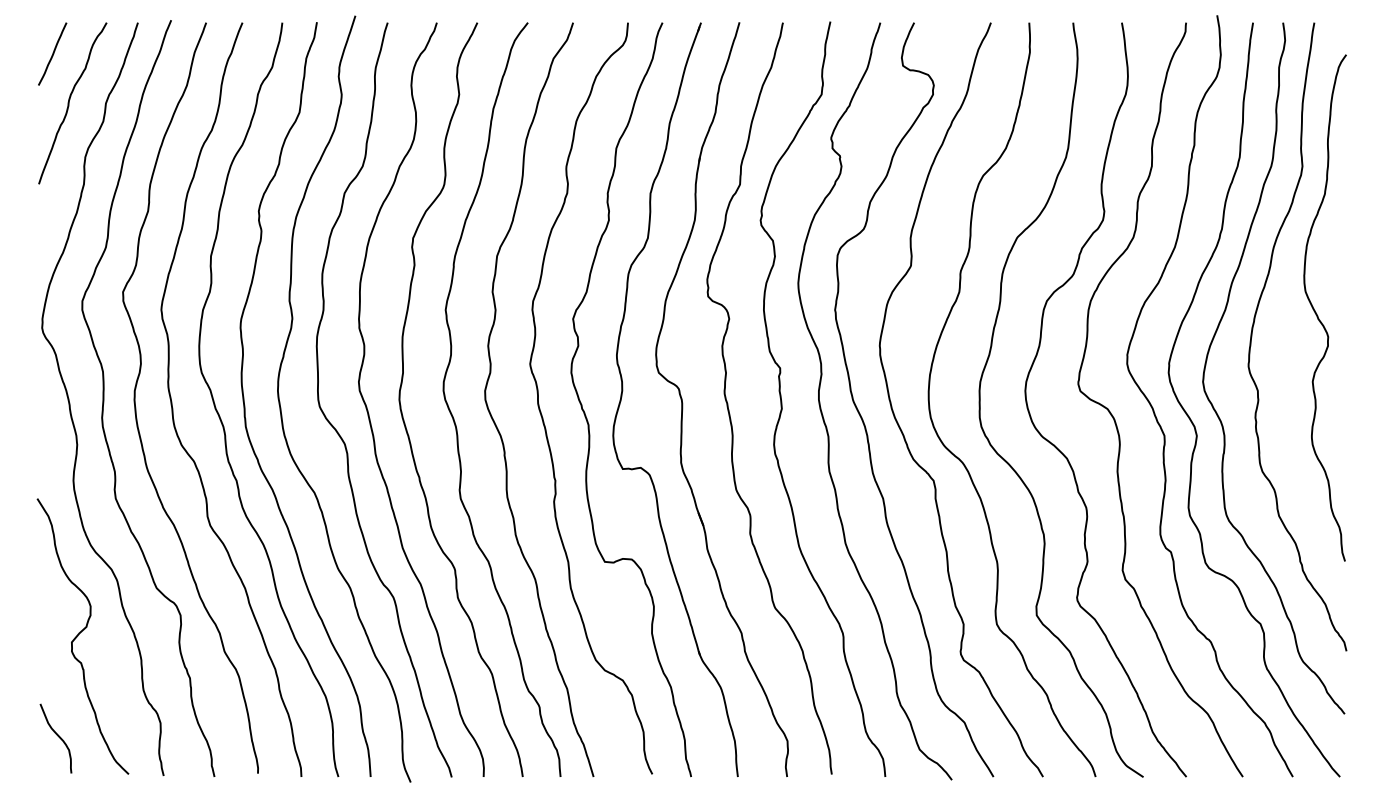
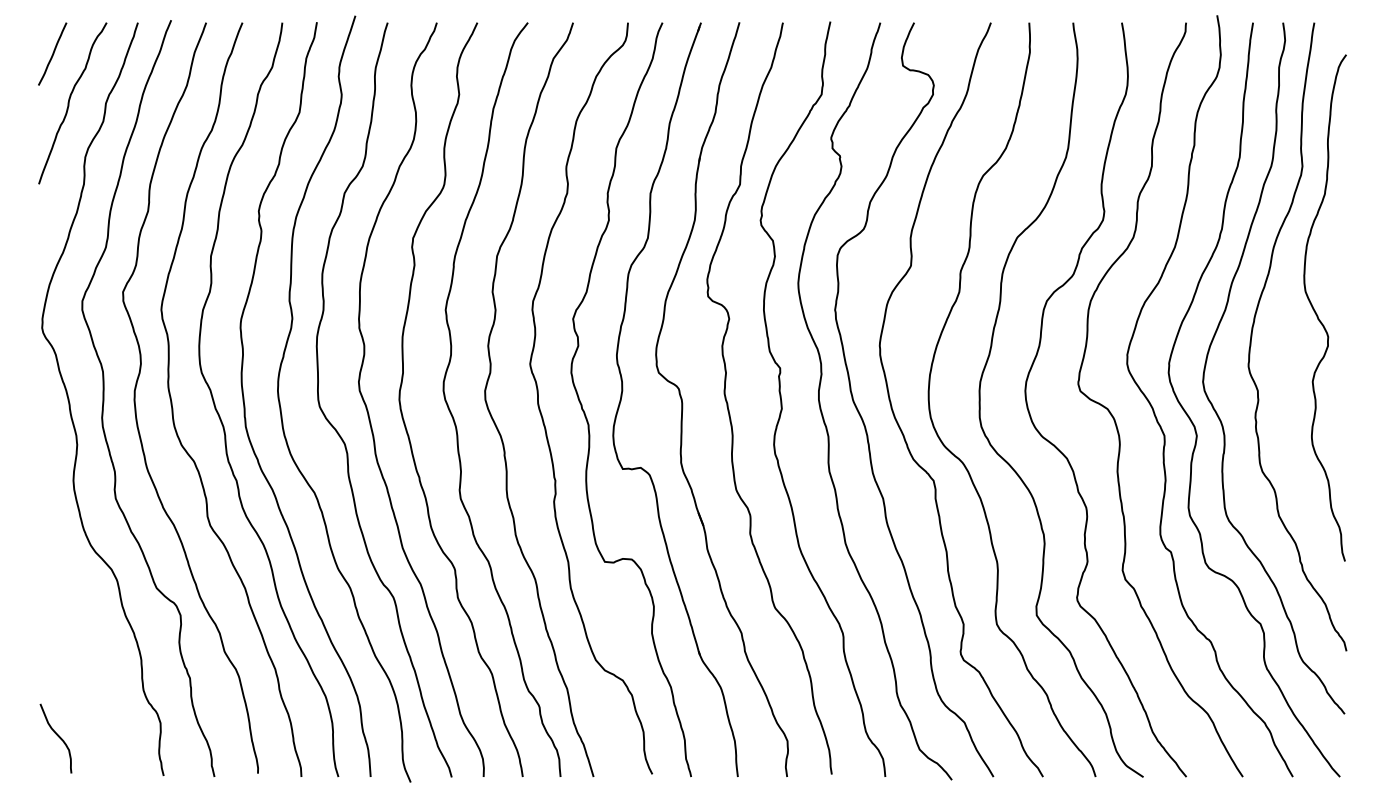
curve at (80, 633): present -> none
